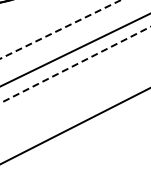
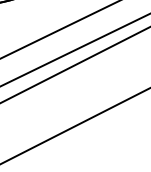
line at (60, 29): dashed -> solid
line at (75, 65): dashed -> solid
